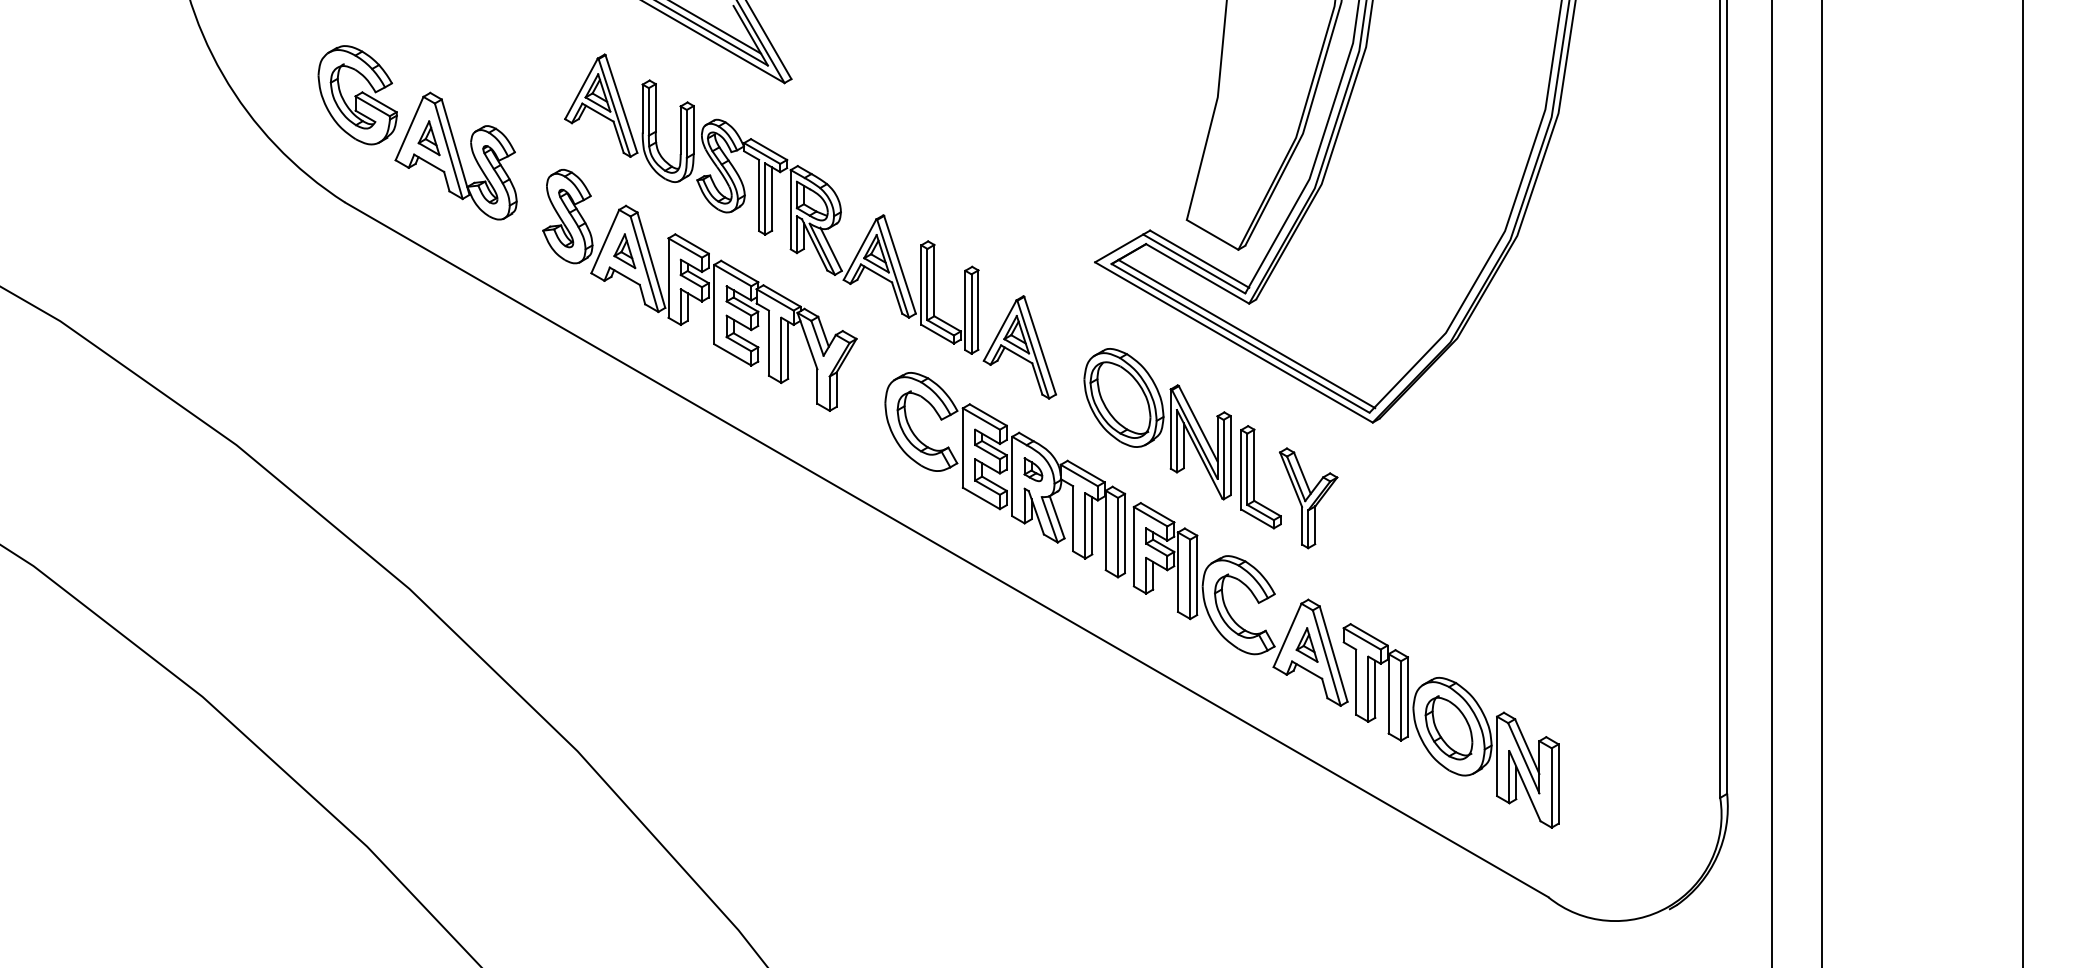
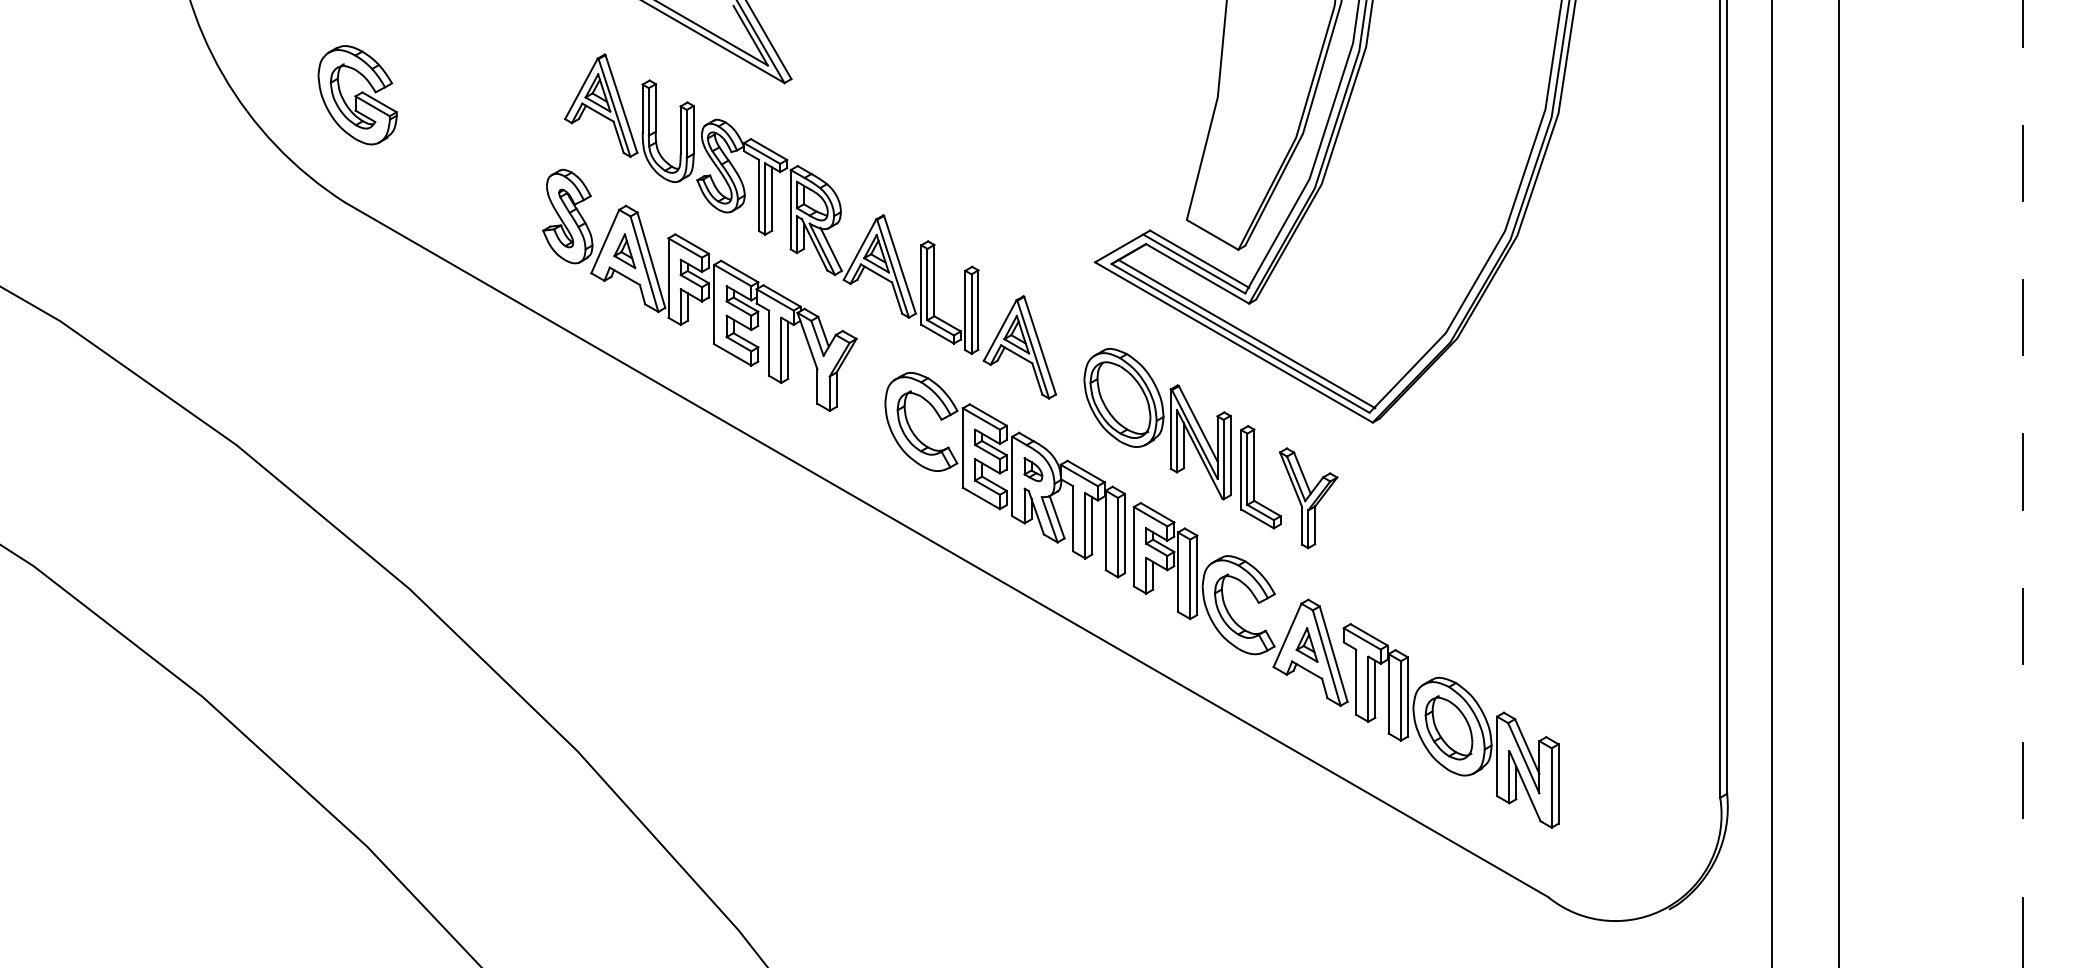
line at (716, 27): present -> none
part at (455, 155): present -> none
line at (1821, 483) position: (1821, 483) -> (1838, 483)
line at (2023, 484): solid -> dashed
